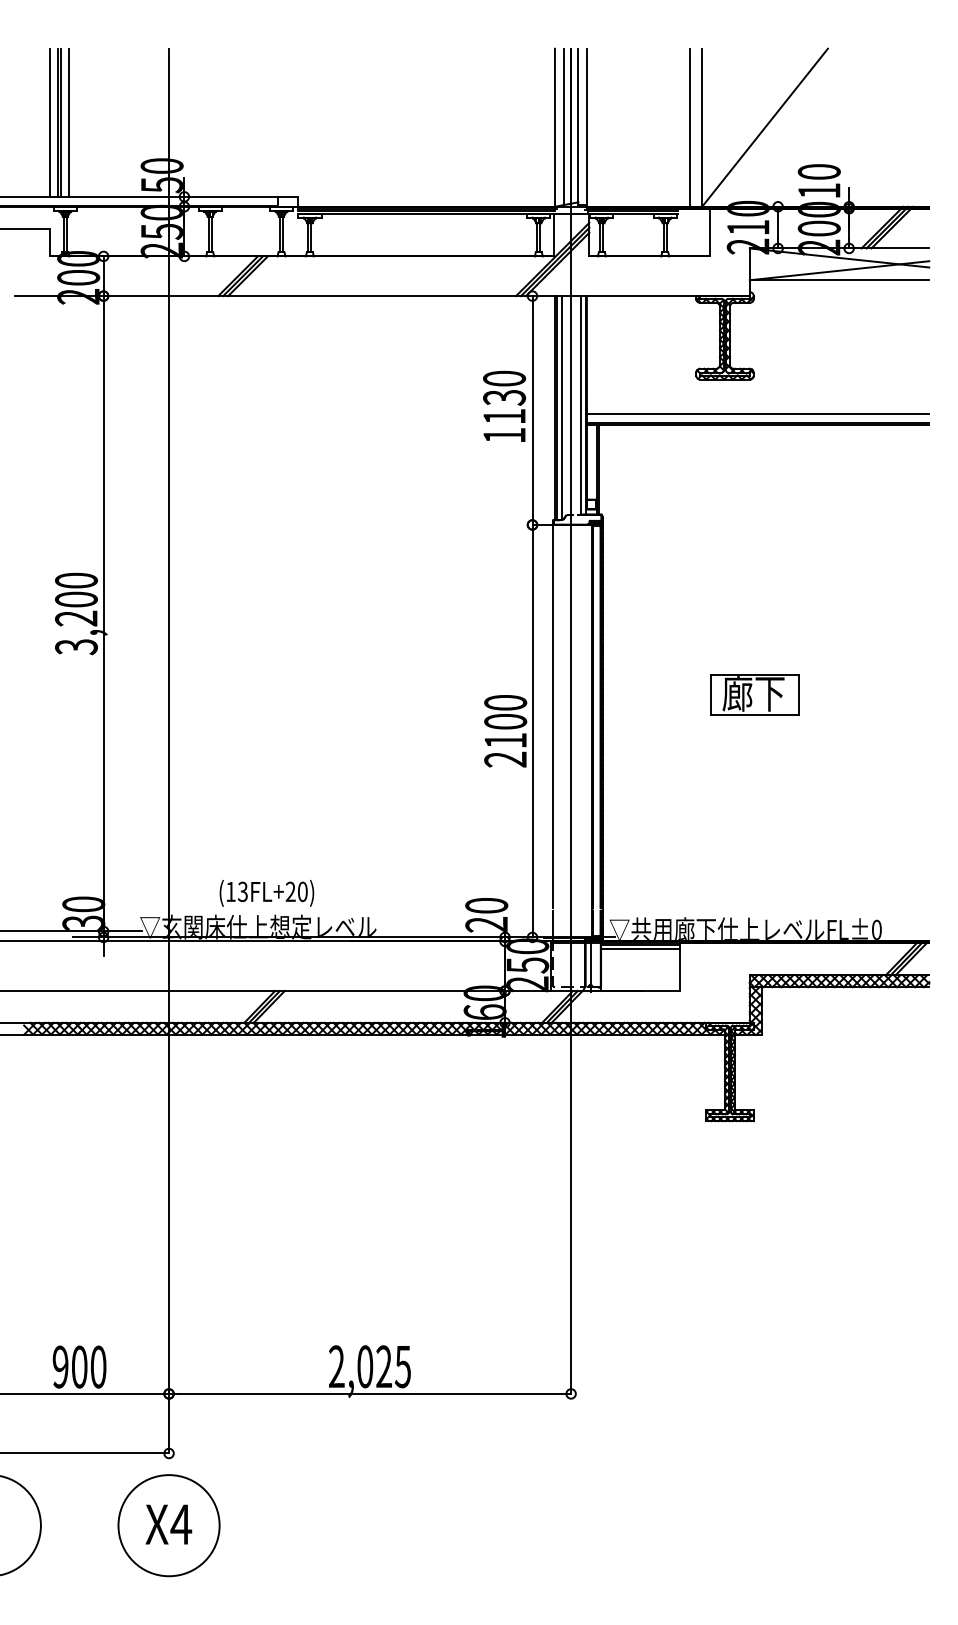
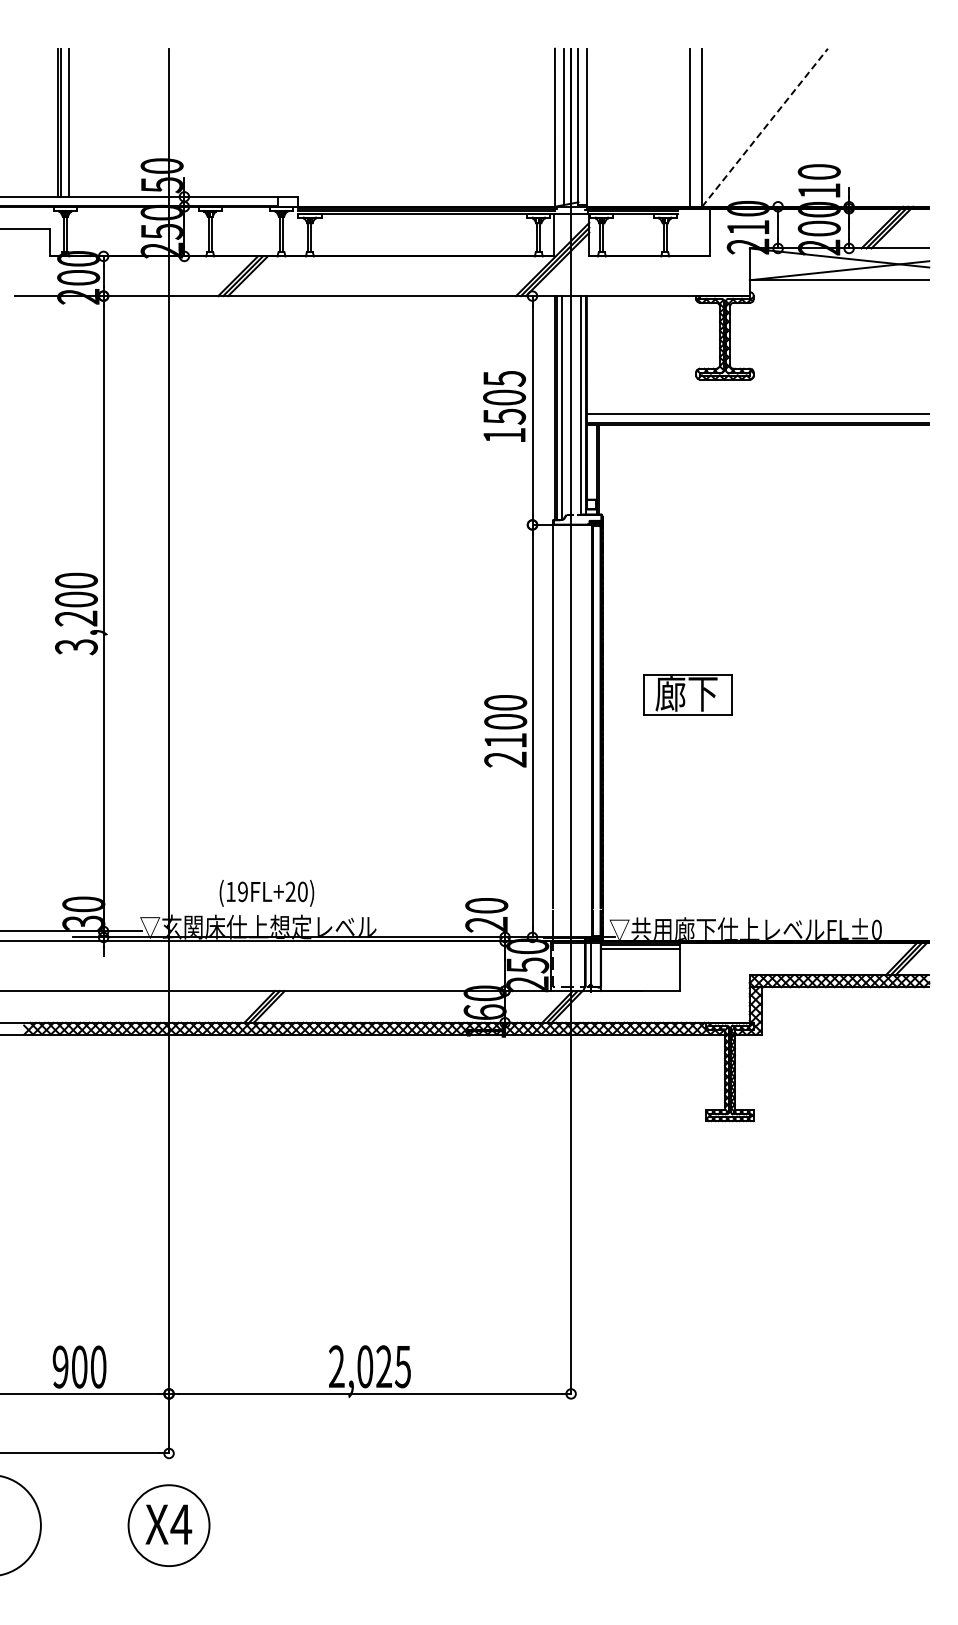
line at (50, 122): present -> none
line at (765, 127): solid -> dashed
text at (504, 397): 1130 -> 1505
part at (754, 694) position: (754, 694) -> (687, 694)
text at (242, 892): (13FL+20) -> (19FL+20)
circle at (168, 1525) diameter: 101 px -> 81 px
